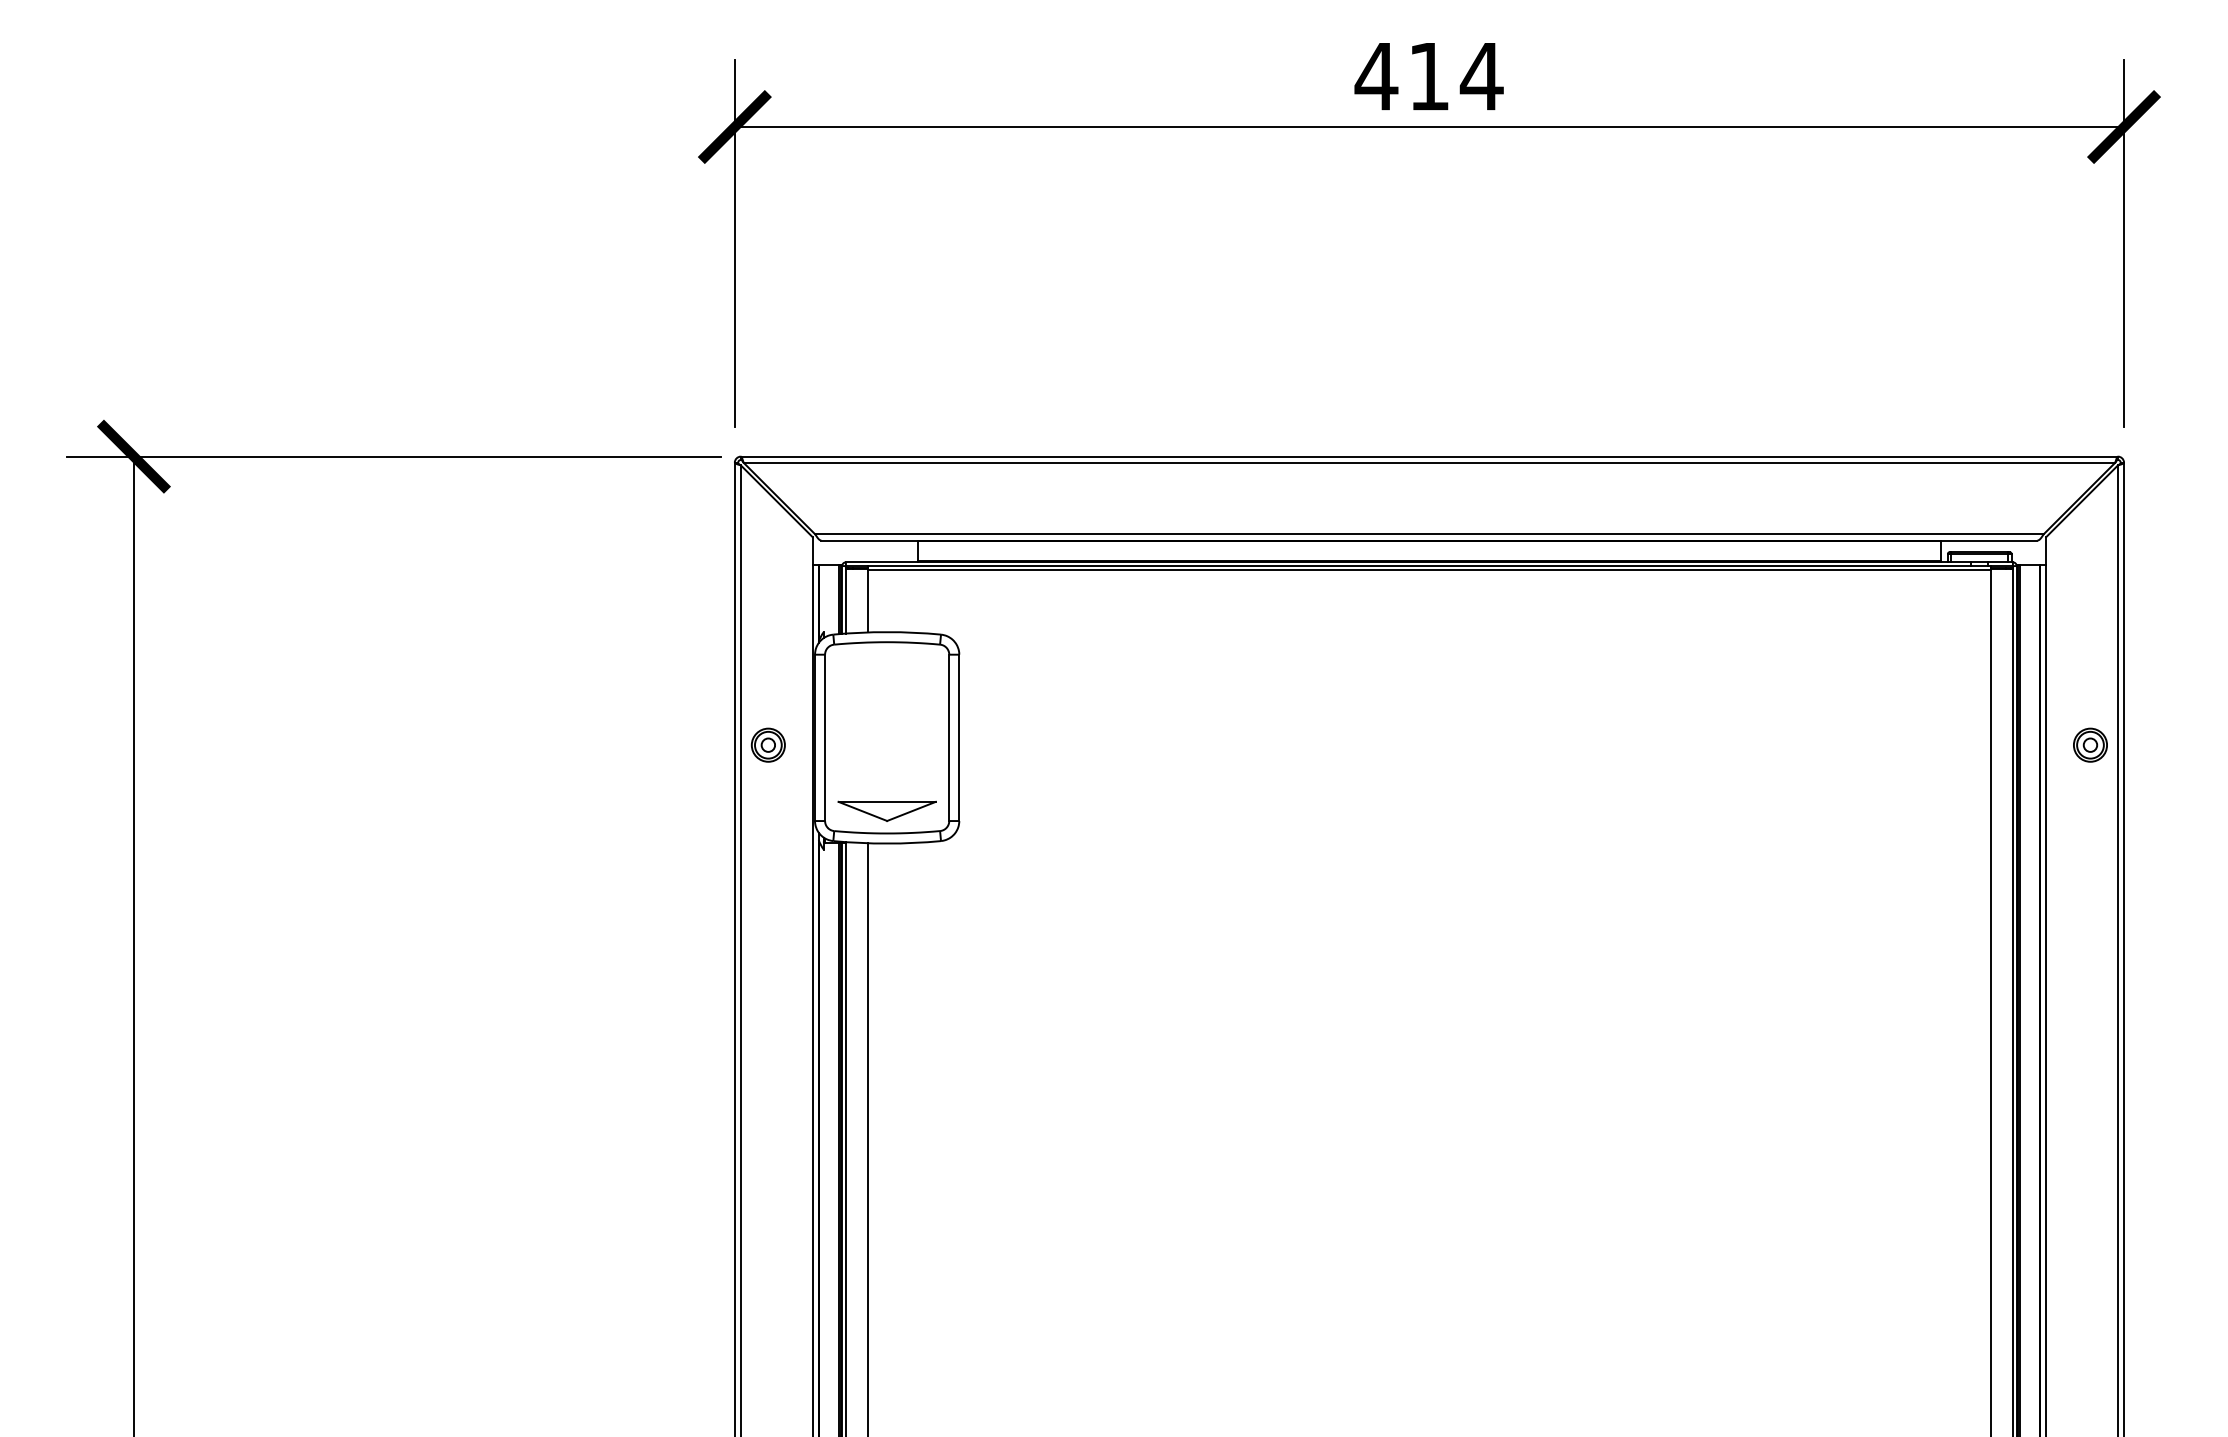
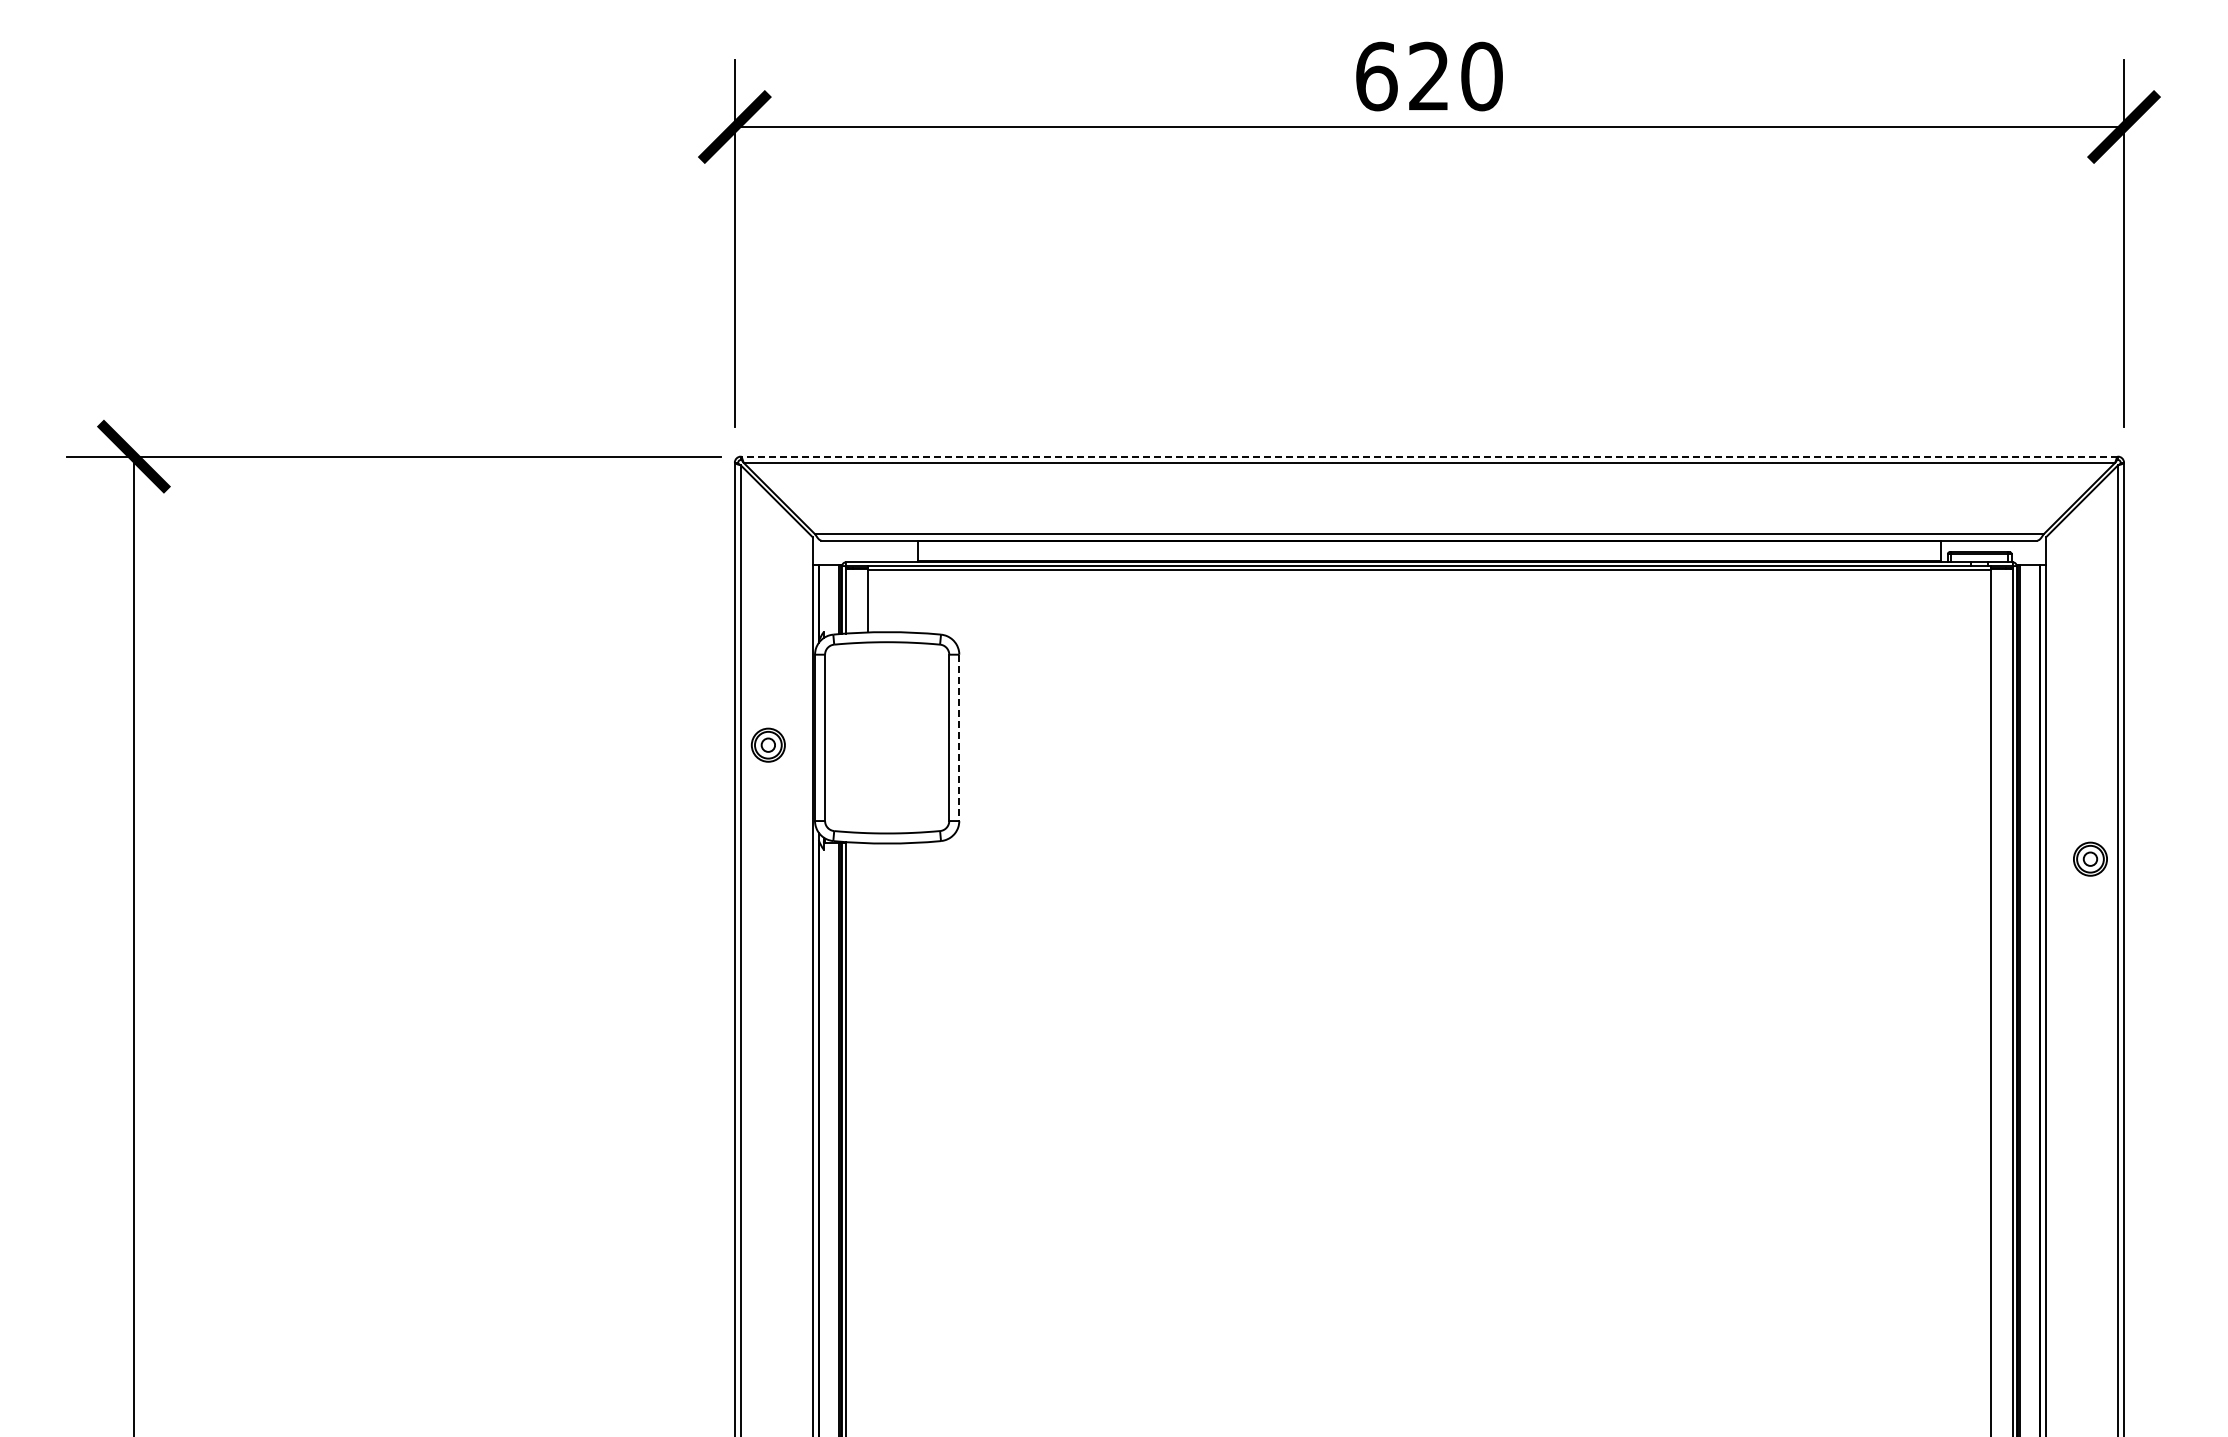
text at (1428, 76): 414 -> 620
line at (1429, 456): solid -> dashed
line at (959, 738): solid -> dashed
part at (2090, 744) position: (2090, 744) -> (2090, 858)
part at (886, 810): present -> none
line at (868, 1138): present -> none
